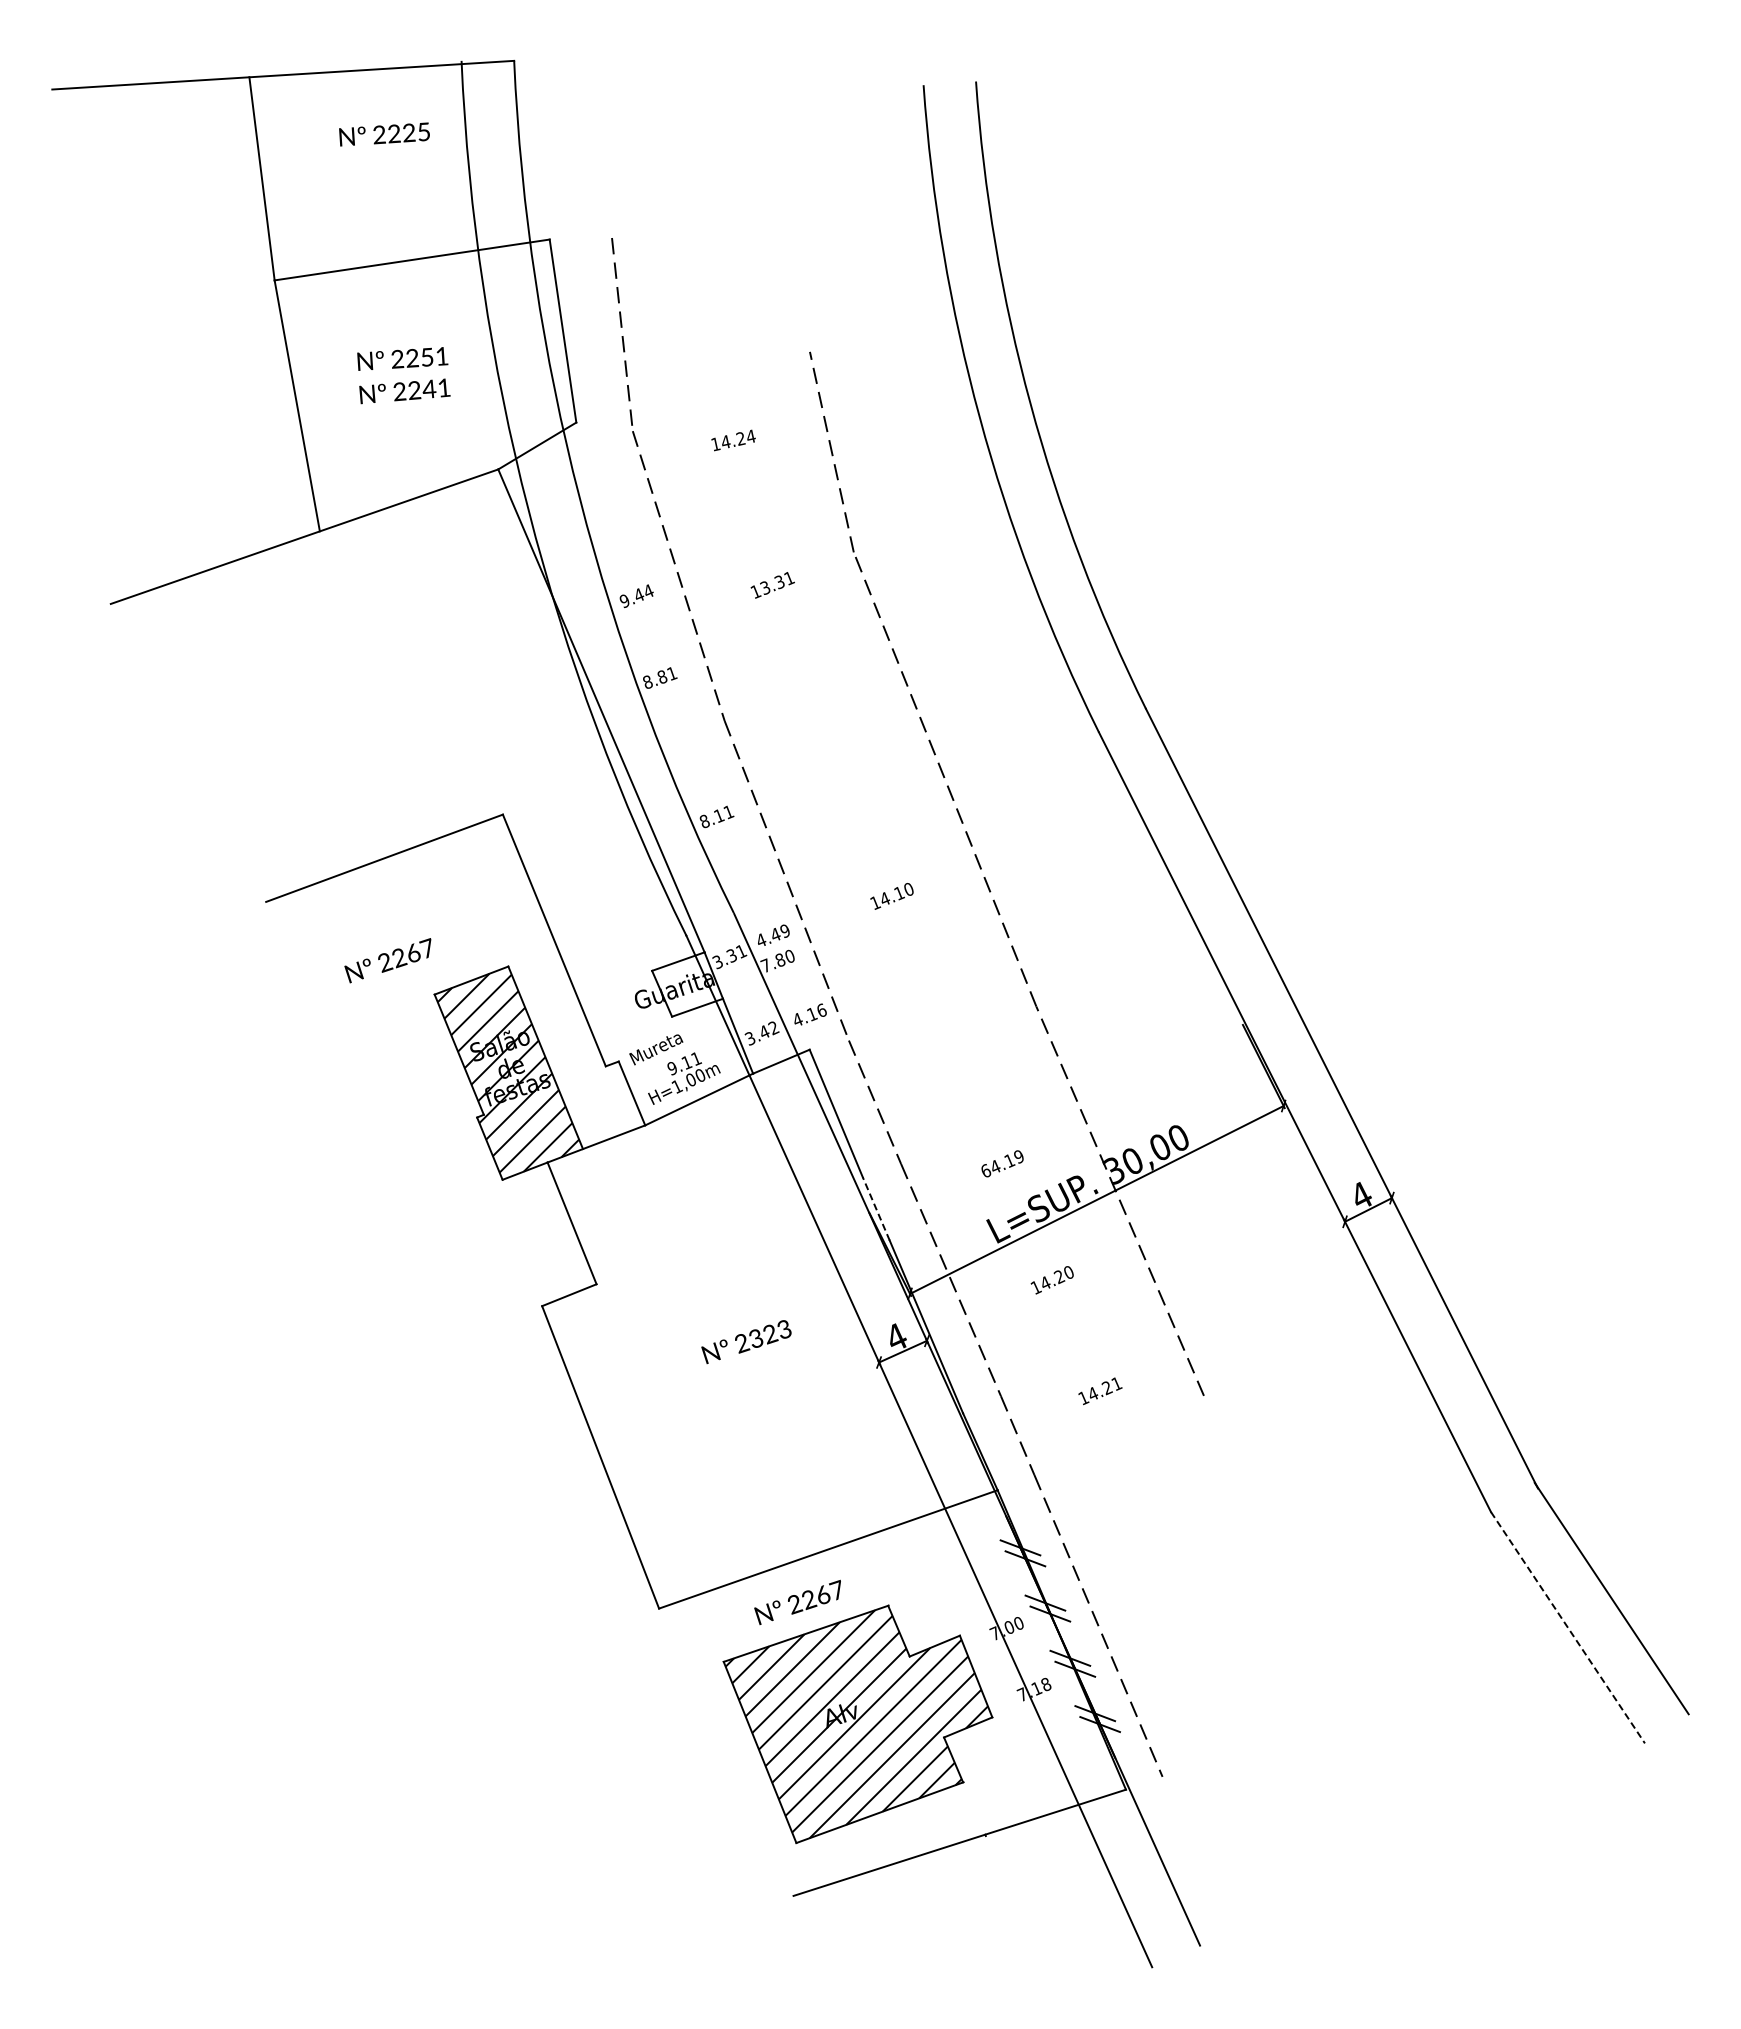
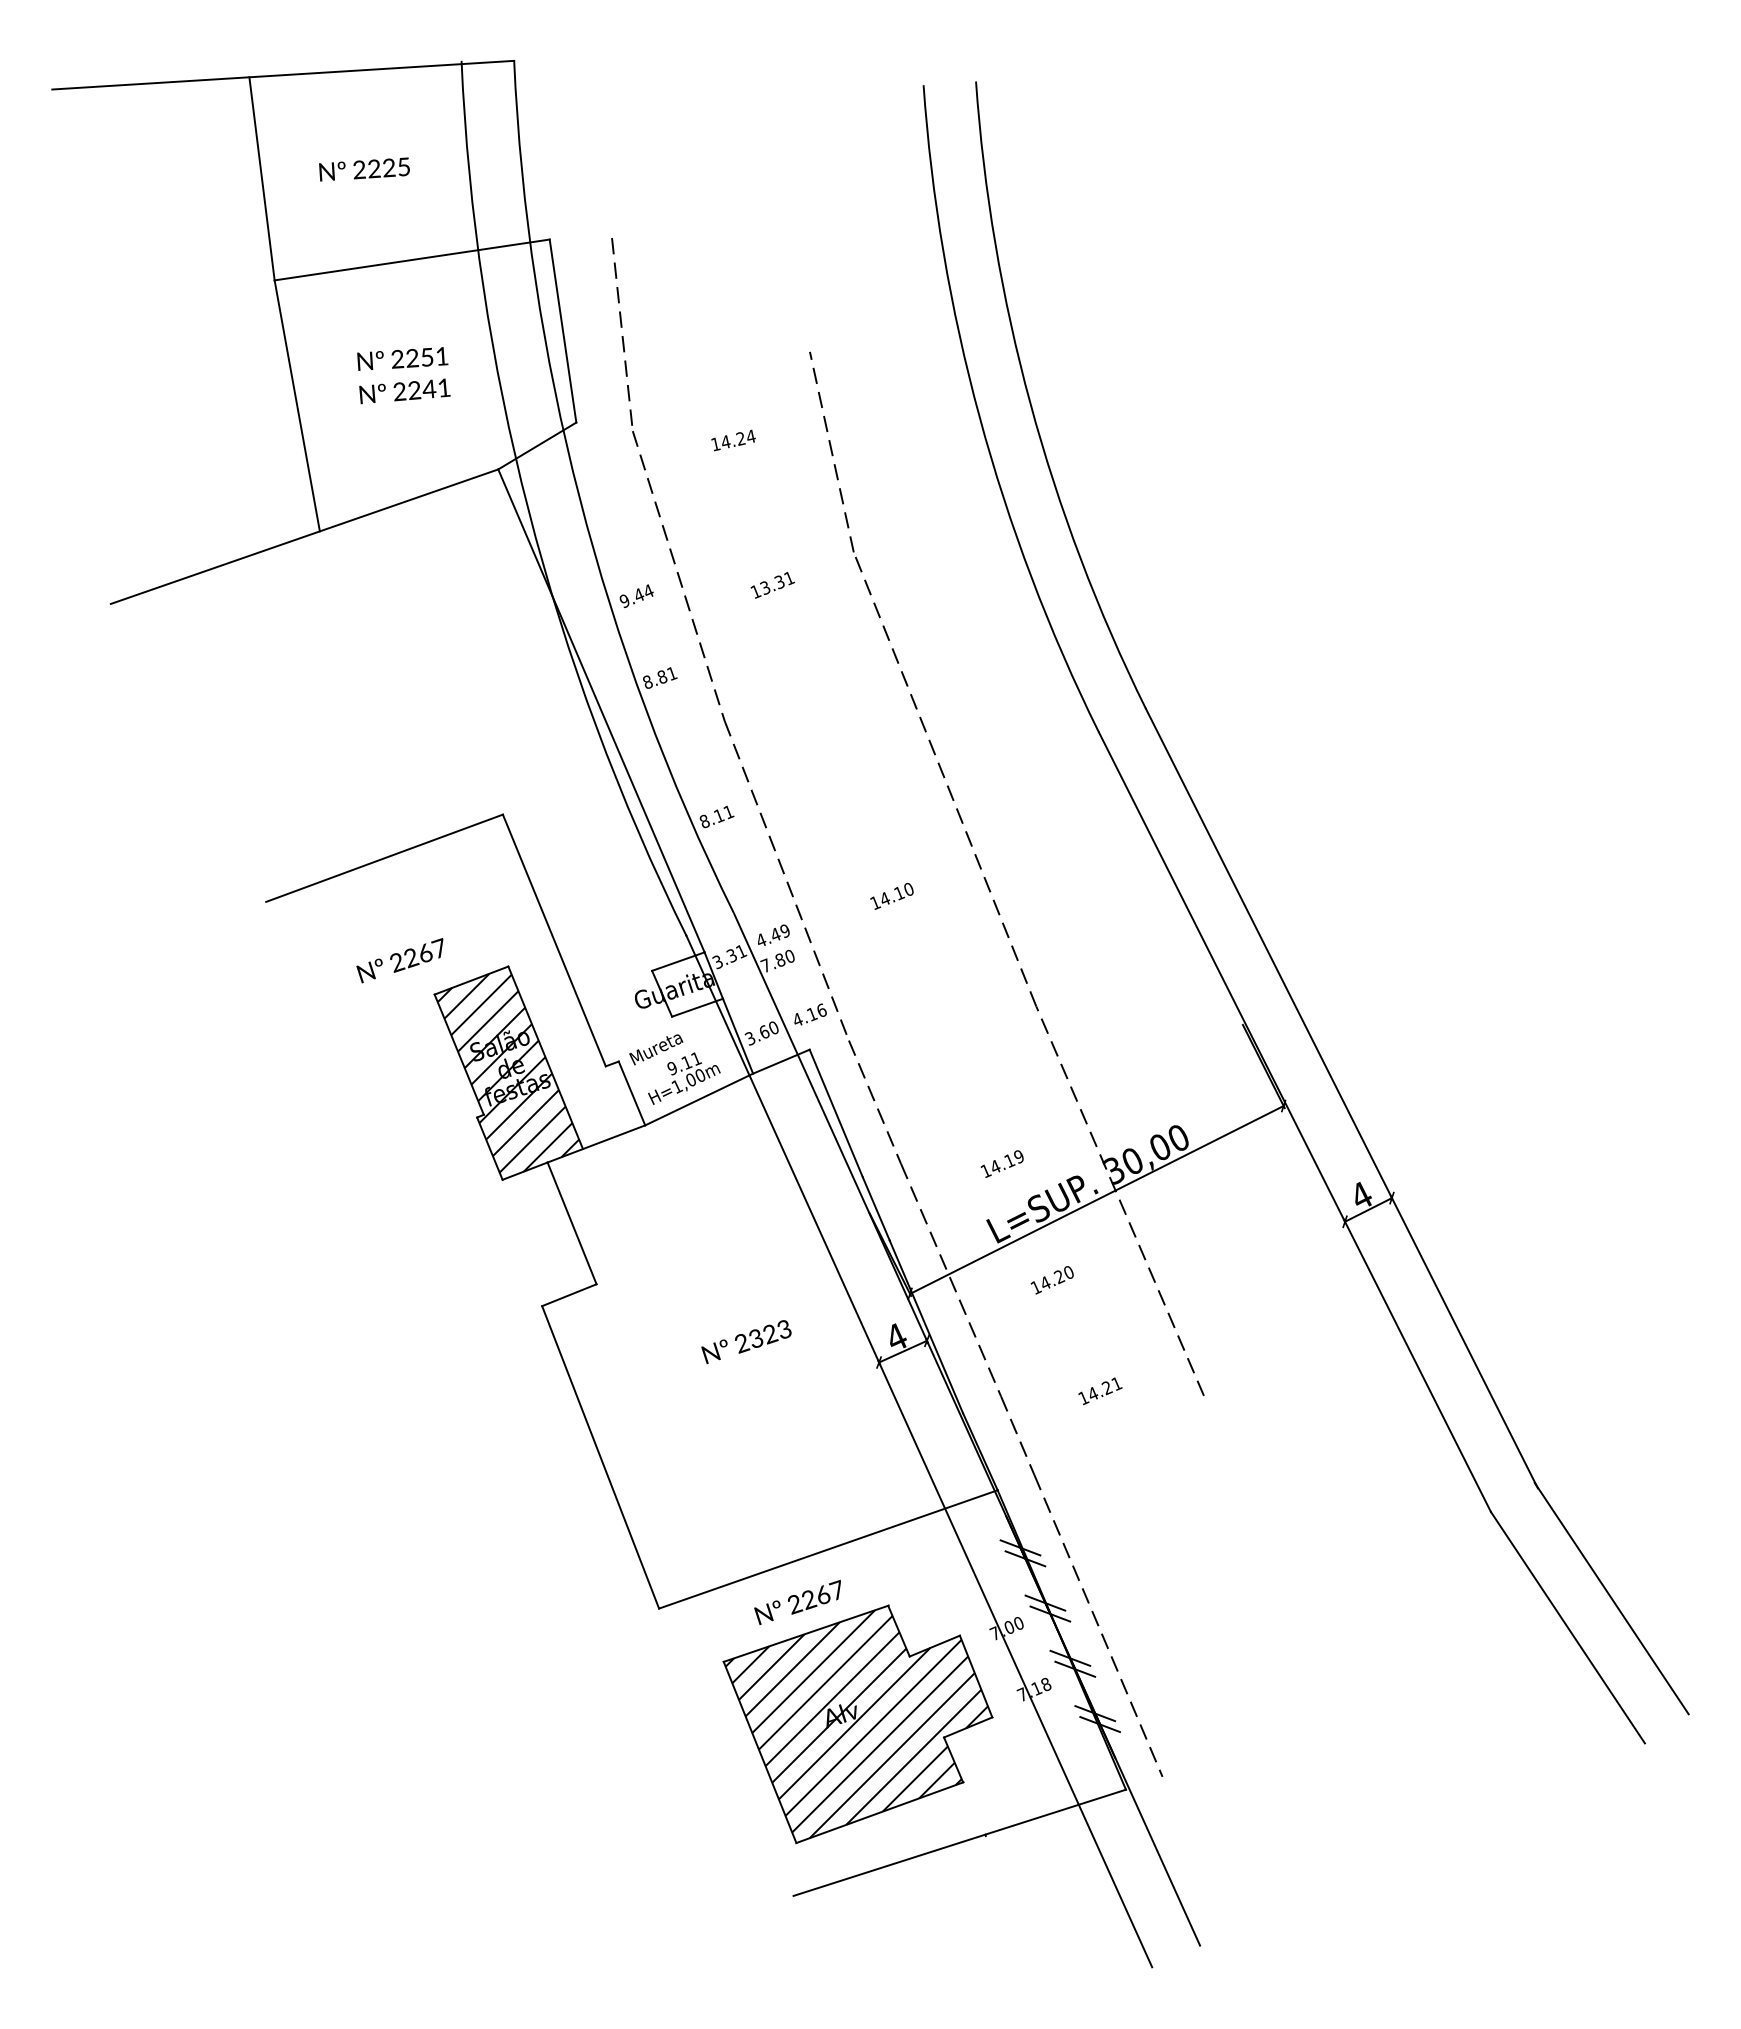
text at (384, 134) position: (384, 134) -> (364, 169)
text at (387, 960) position: (387, 960) -> (399, 960)
text at (769, 1030): 3.42 -> 3.60
text at (985, 1170): 64.19 -> 14.19
line at (876, 1208): dashed -> solid
line at (1567, 1627): dashed -> solid
